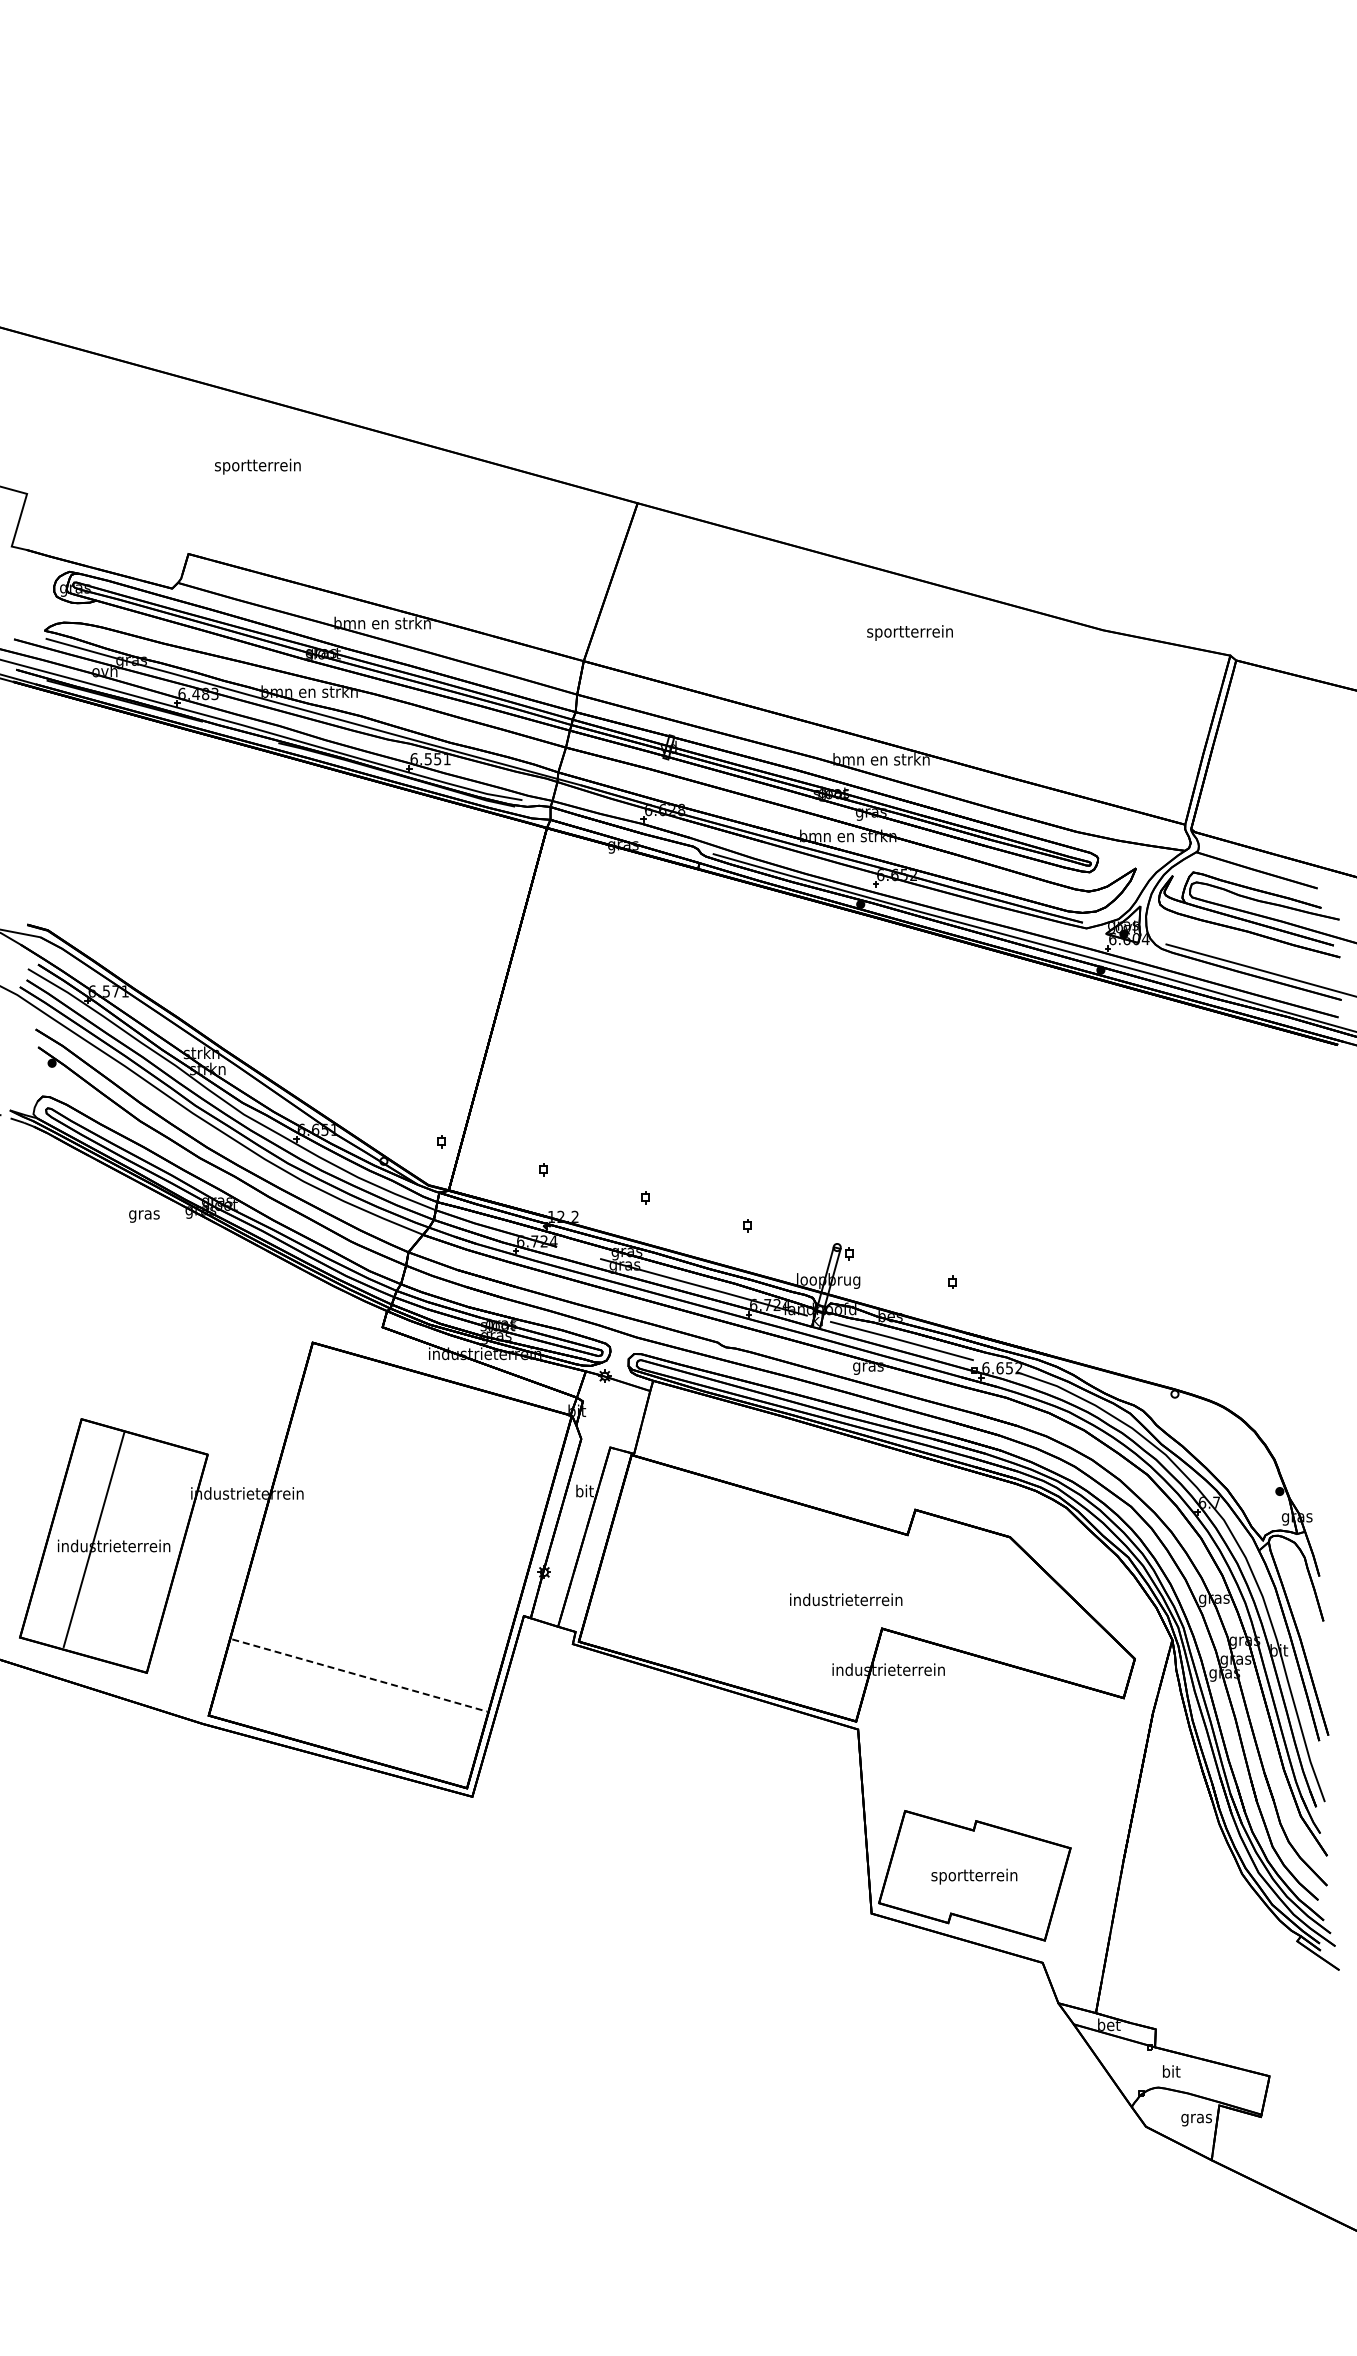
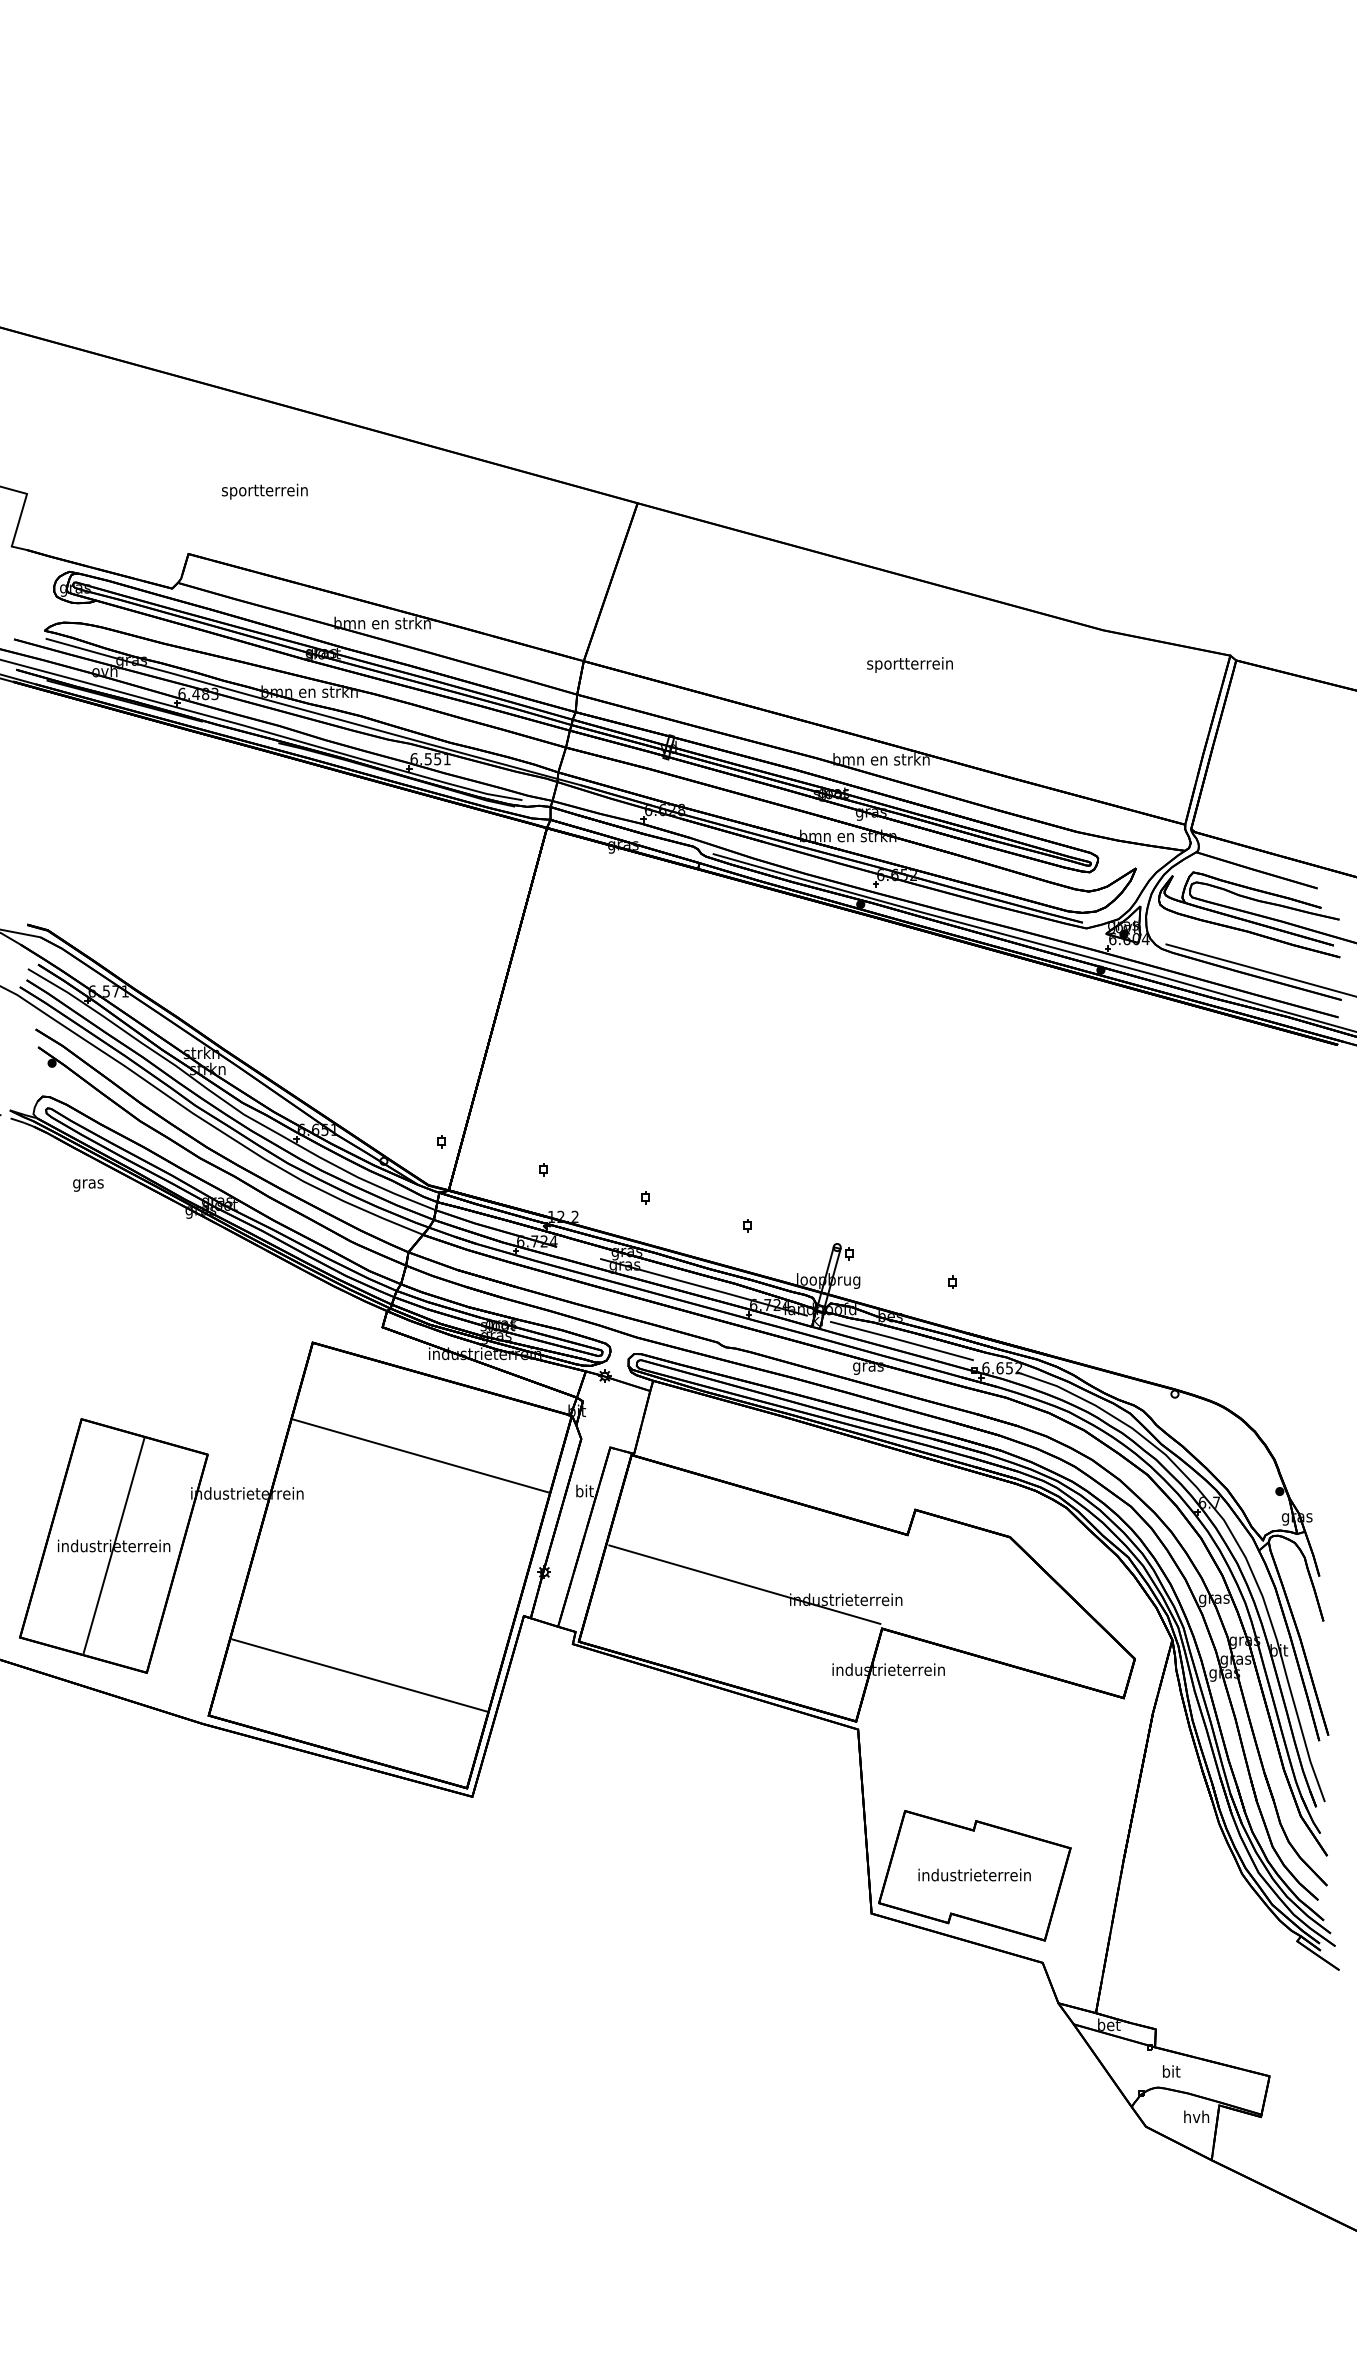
text at (257, 466) position: (257, 466) -> (264, 491)
text at (909, 632) position: (909, 632) -> (909, 664)
text at (144, 1216) position: (144, 1216) -> (88, 1185)
line at (420, 1455): none -> present
line at (93, 1539) position: (93, 1539) -> (113, 1545)
line at (744, 1584): none -> present
line at (360, 1675): dashed -> solid
text at (974, 1876): sportterrein -> industrieterrein
text at (1196, 2118): gras -> hvh
